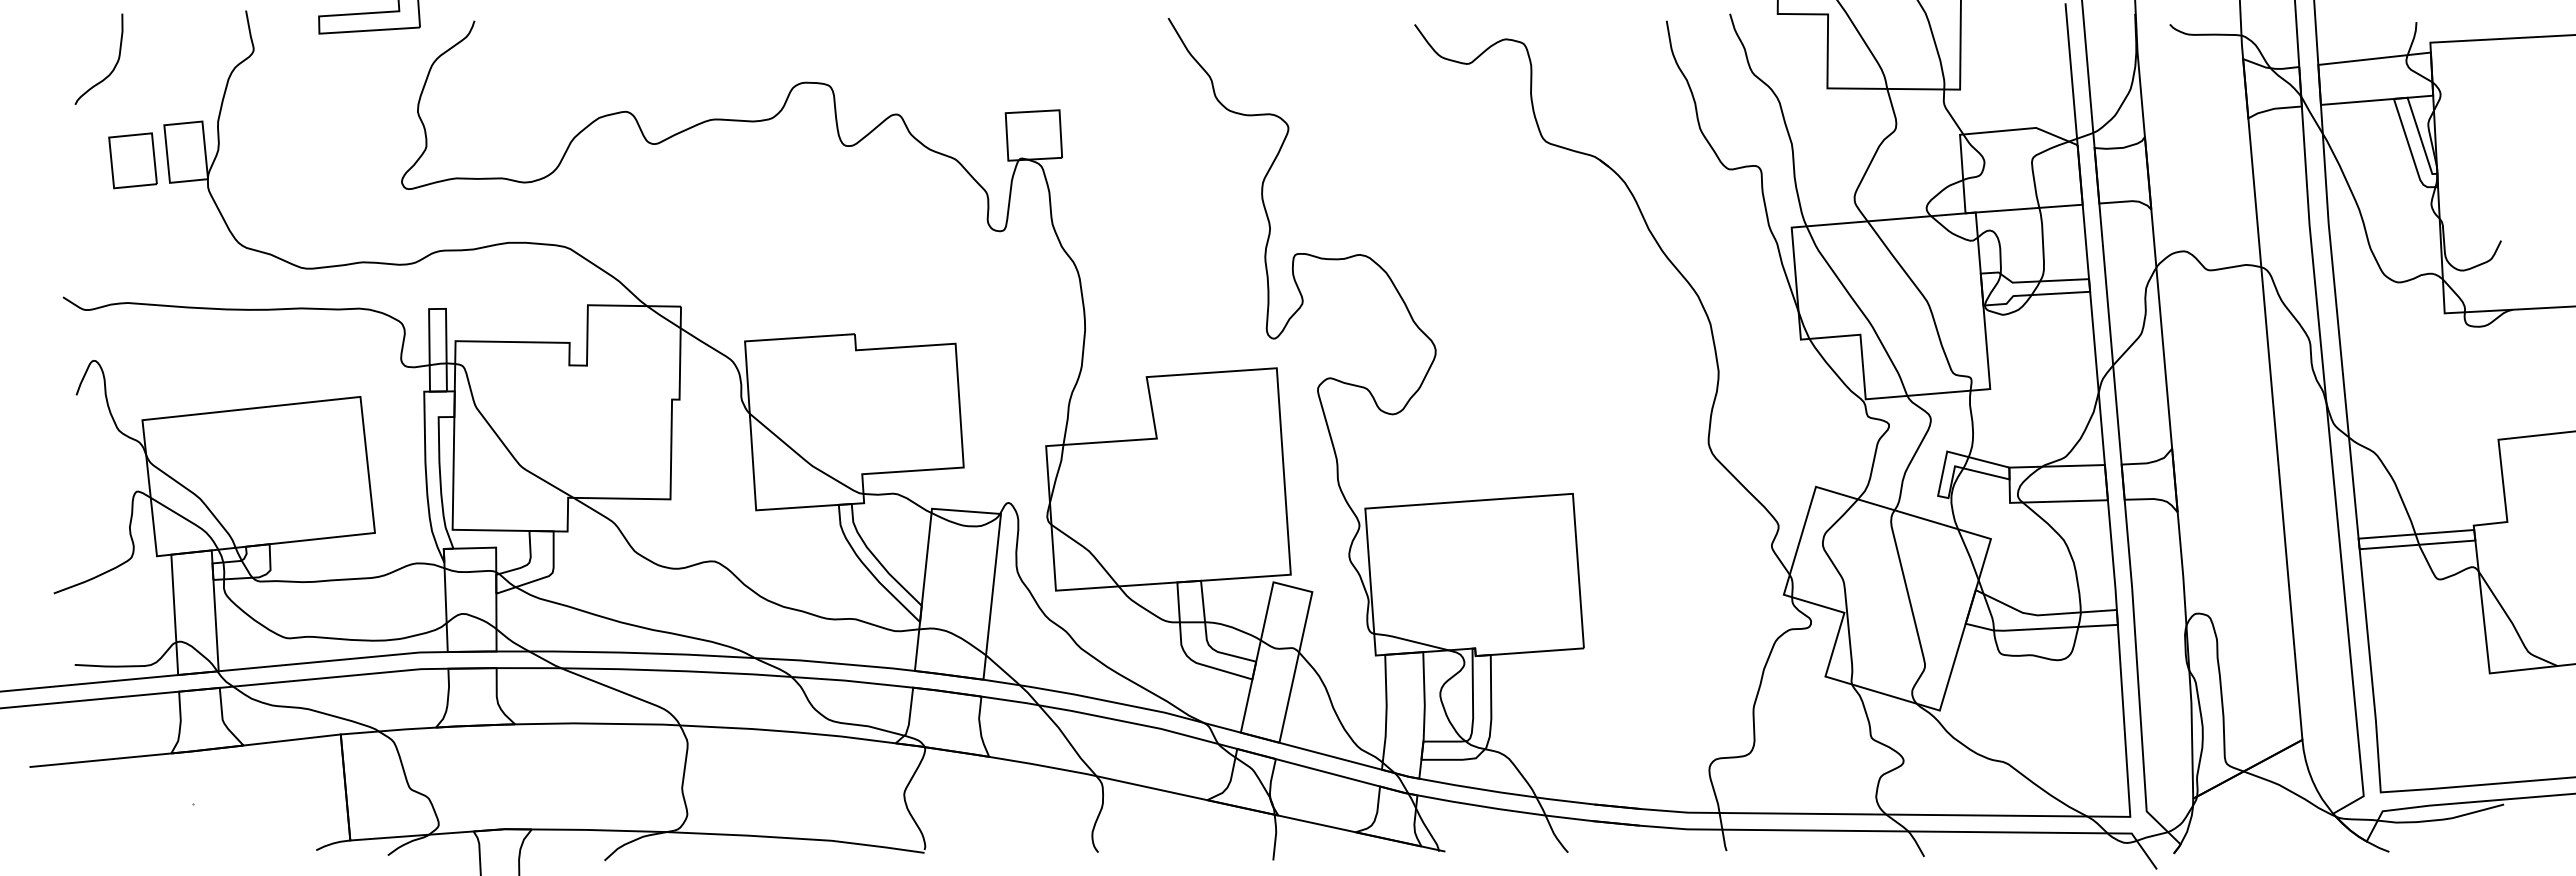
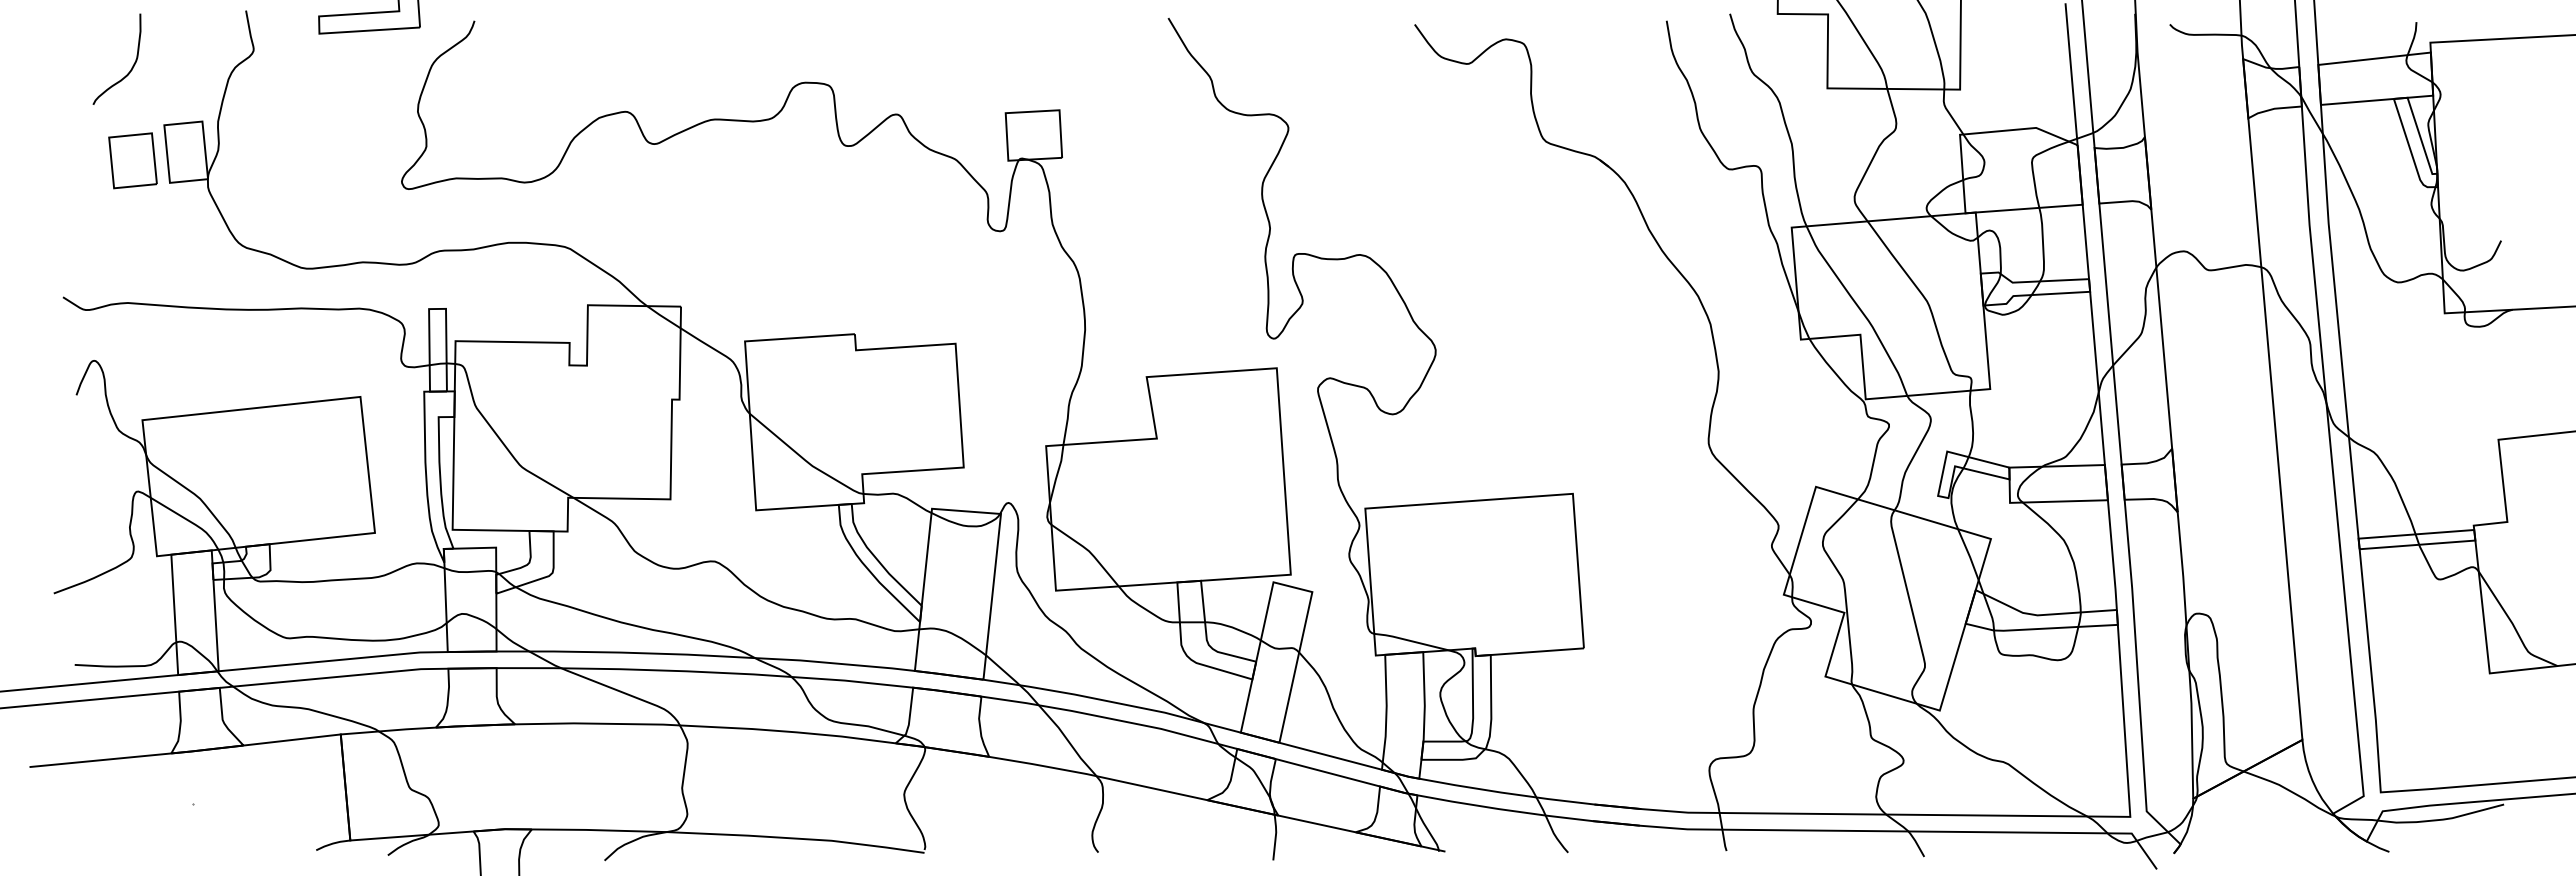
curve at (114, 65) position: (114, 65) -> (132, 65)
